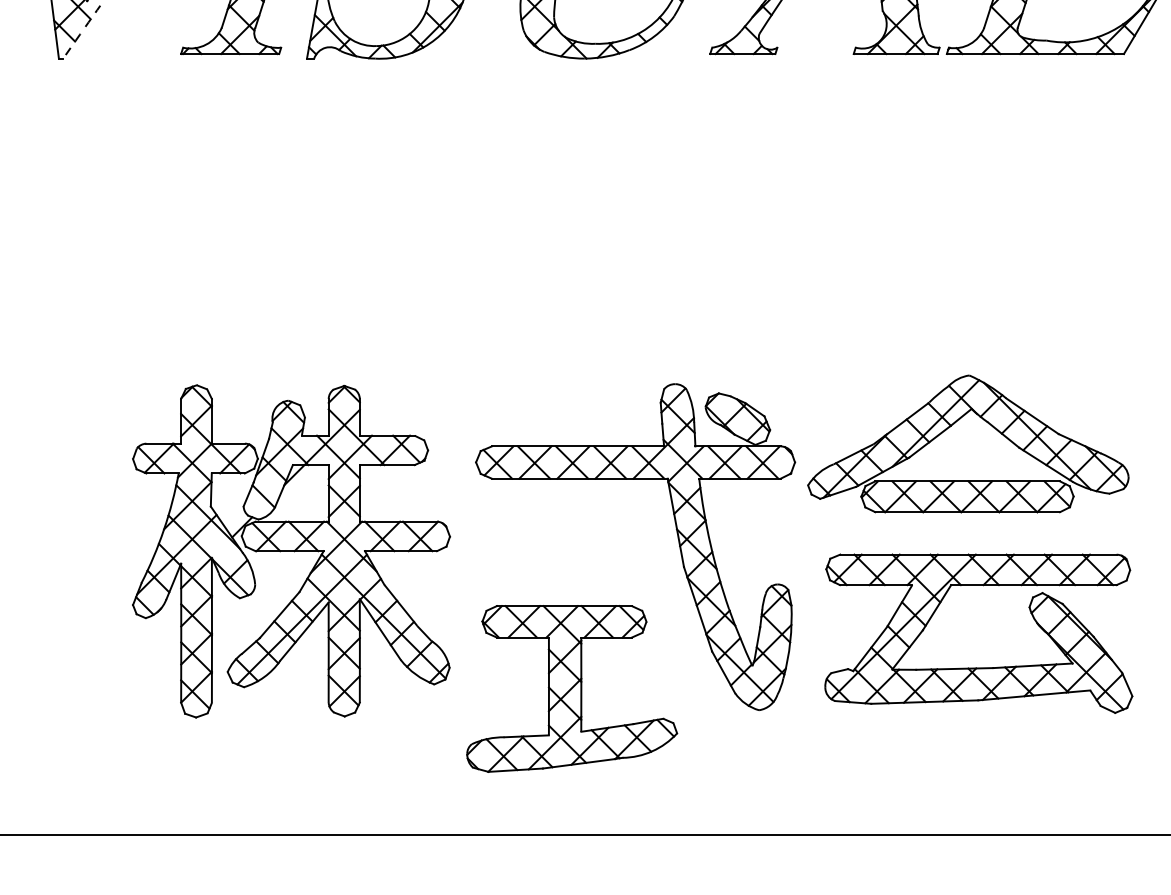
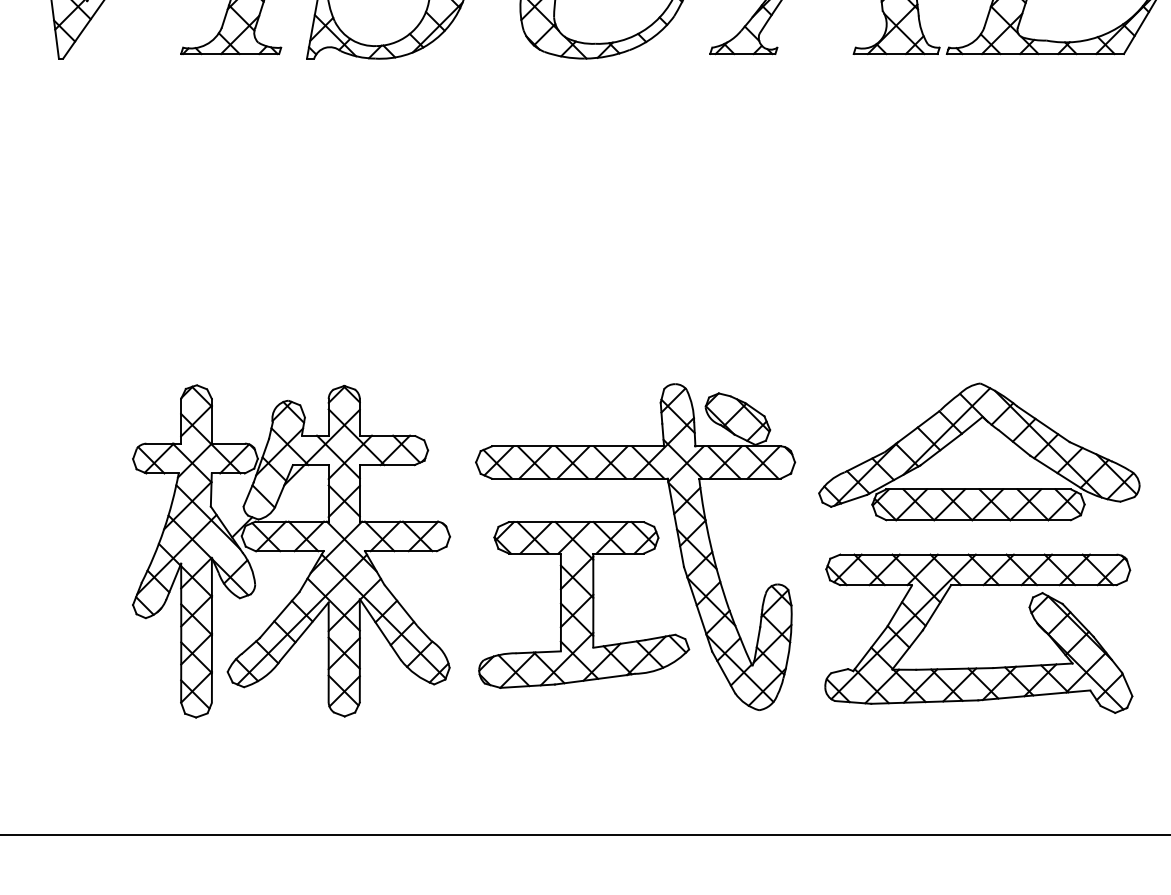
arc at (83, 29): dashed -> solid
part at (954, 424) position: (954, 424) -> (965, 432)
part at (572, 688) position: (572, 688) -> (584, 604)
